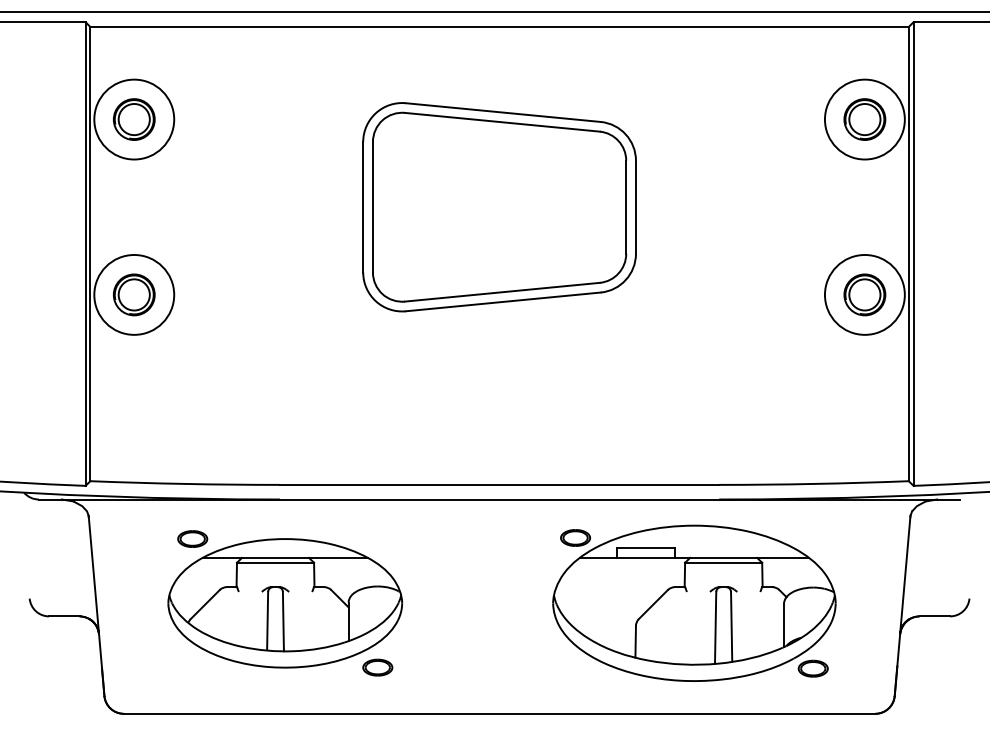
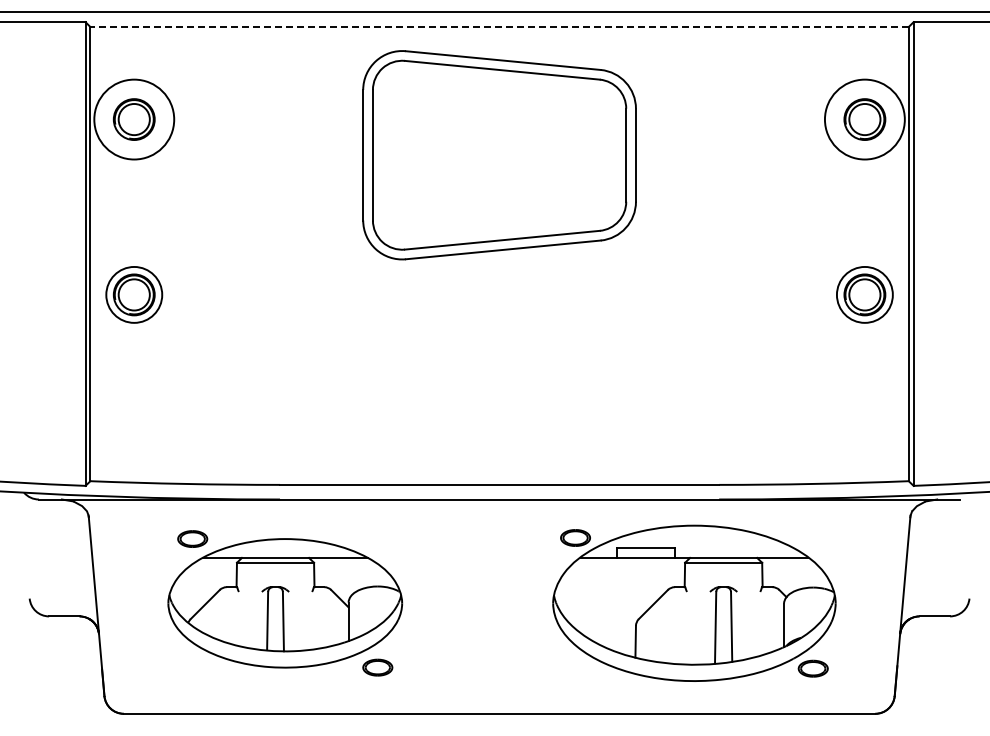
line at (499, 27): solid -> dashed
part at (499, 207) position: (499, 207) -> (499, 155)
circle at (134, 294) diameter: 80 px -> 56 px
circle at (864, 294) diameter: 80 px -> 56 px
